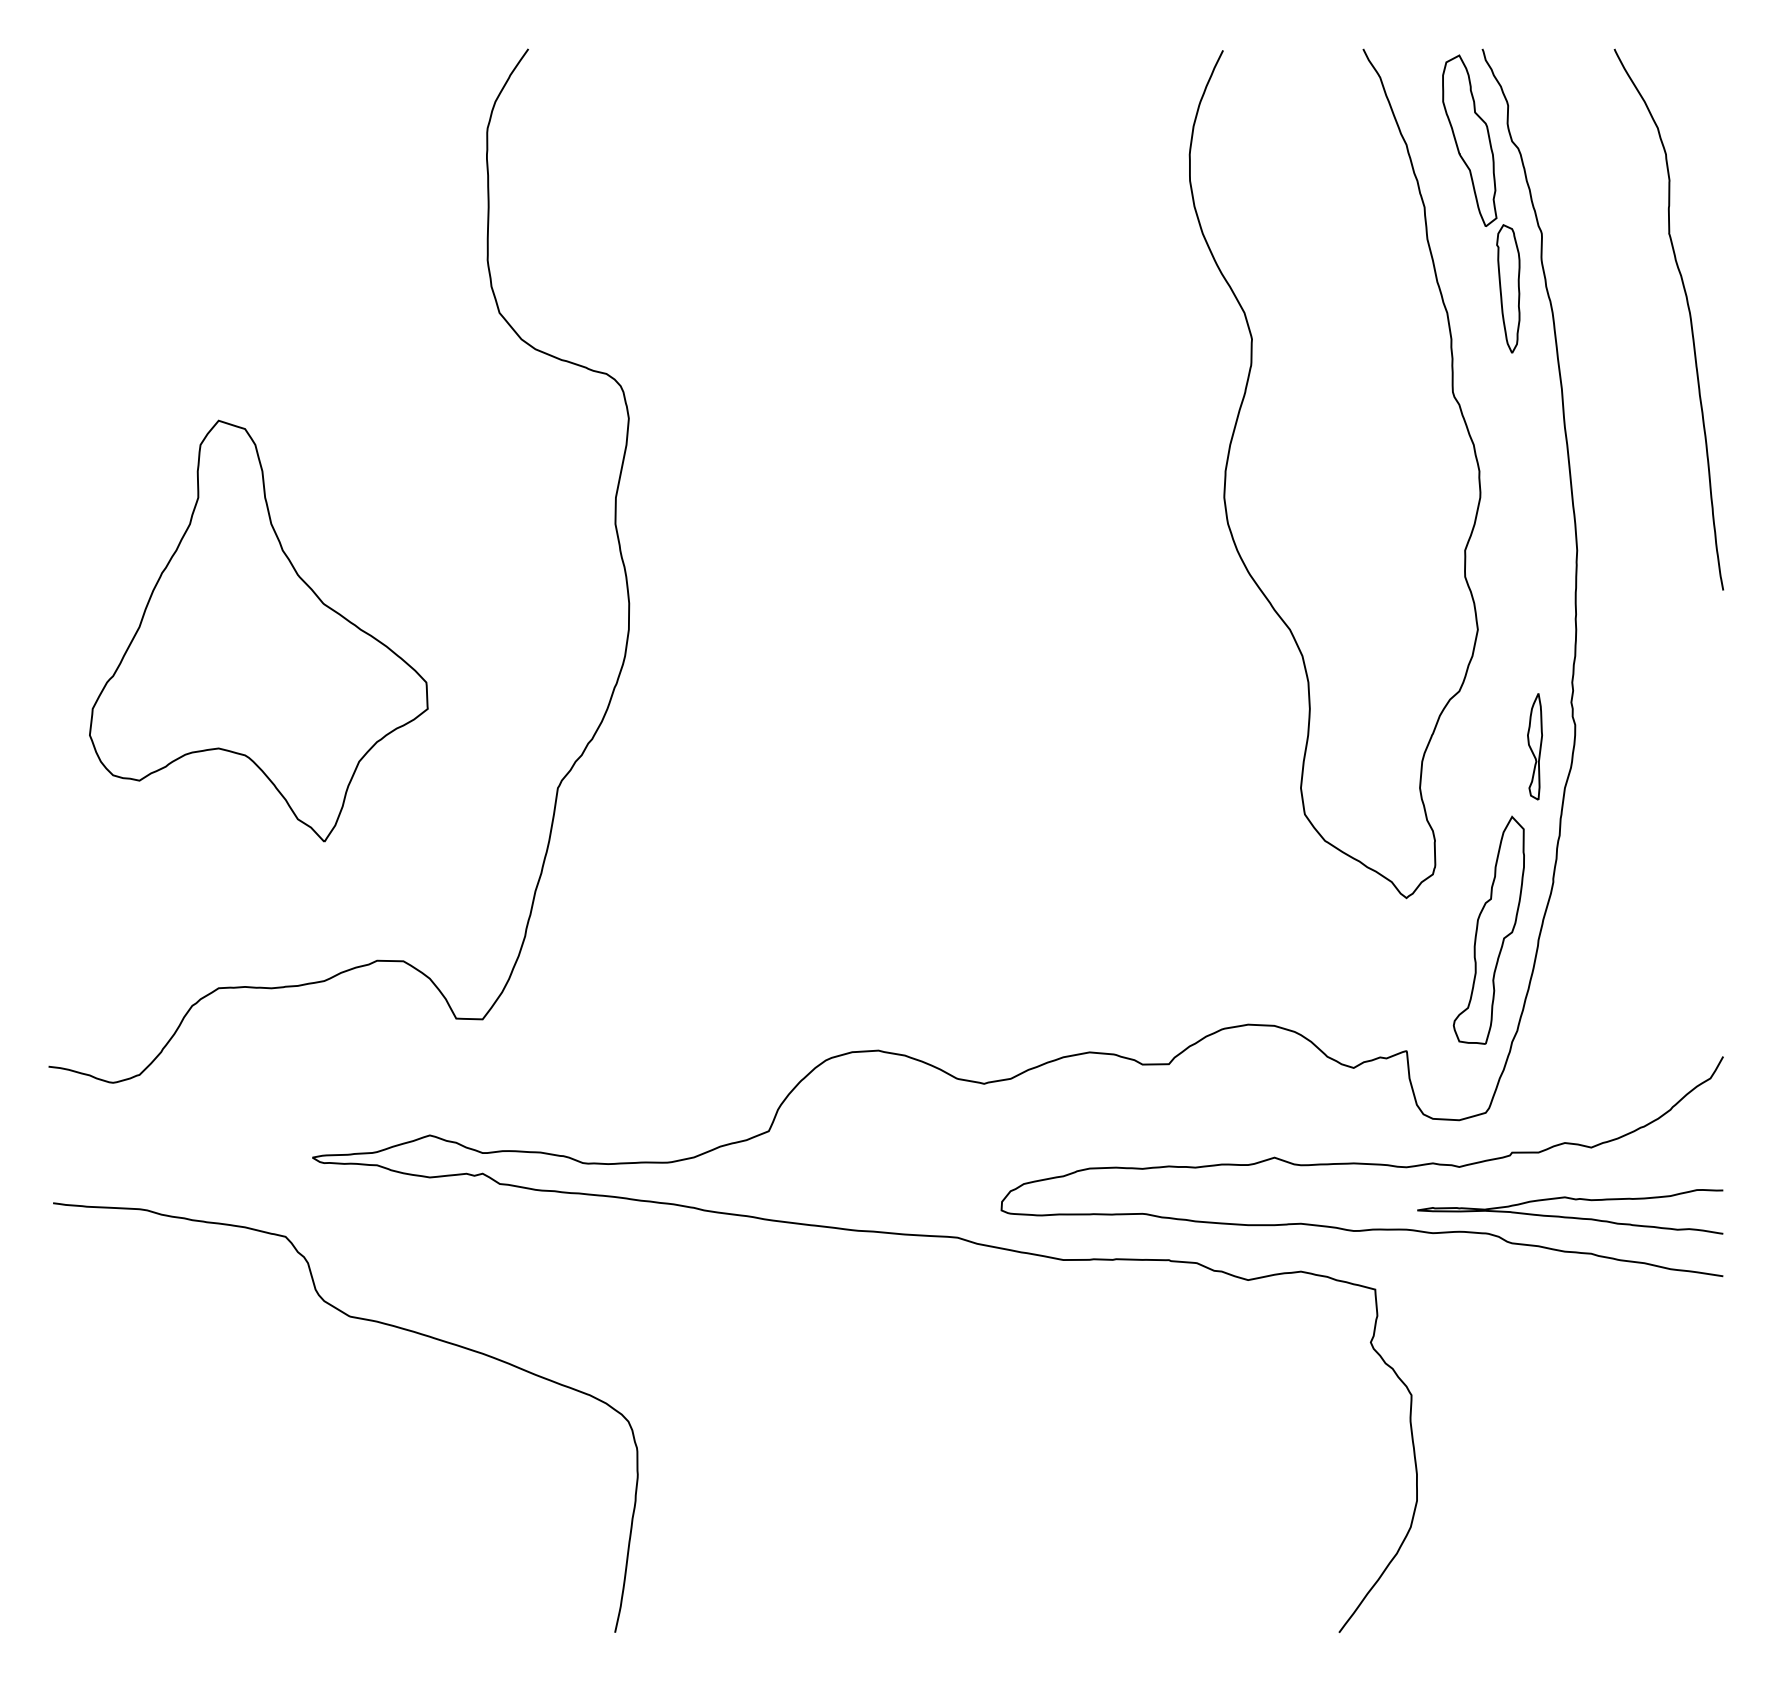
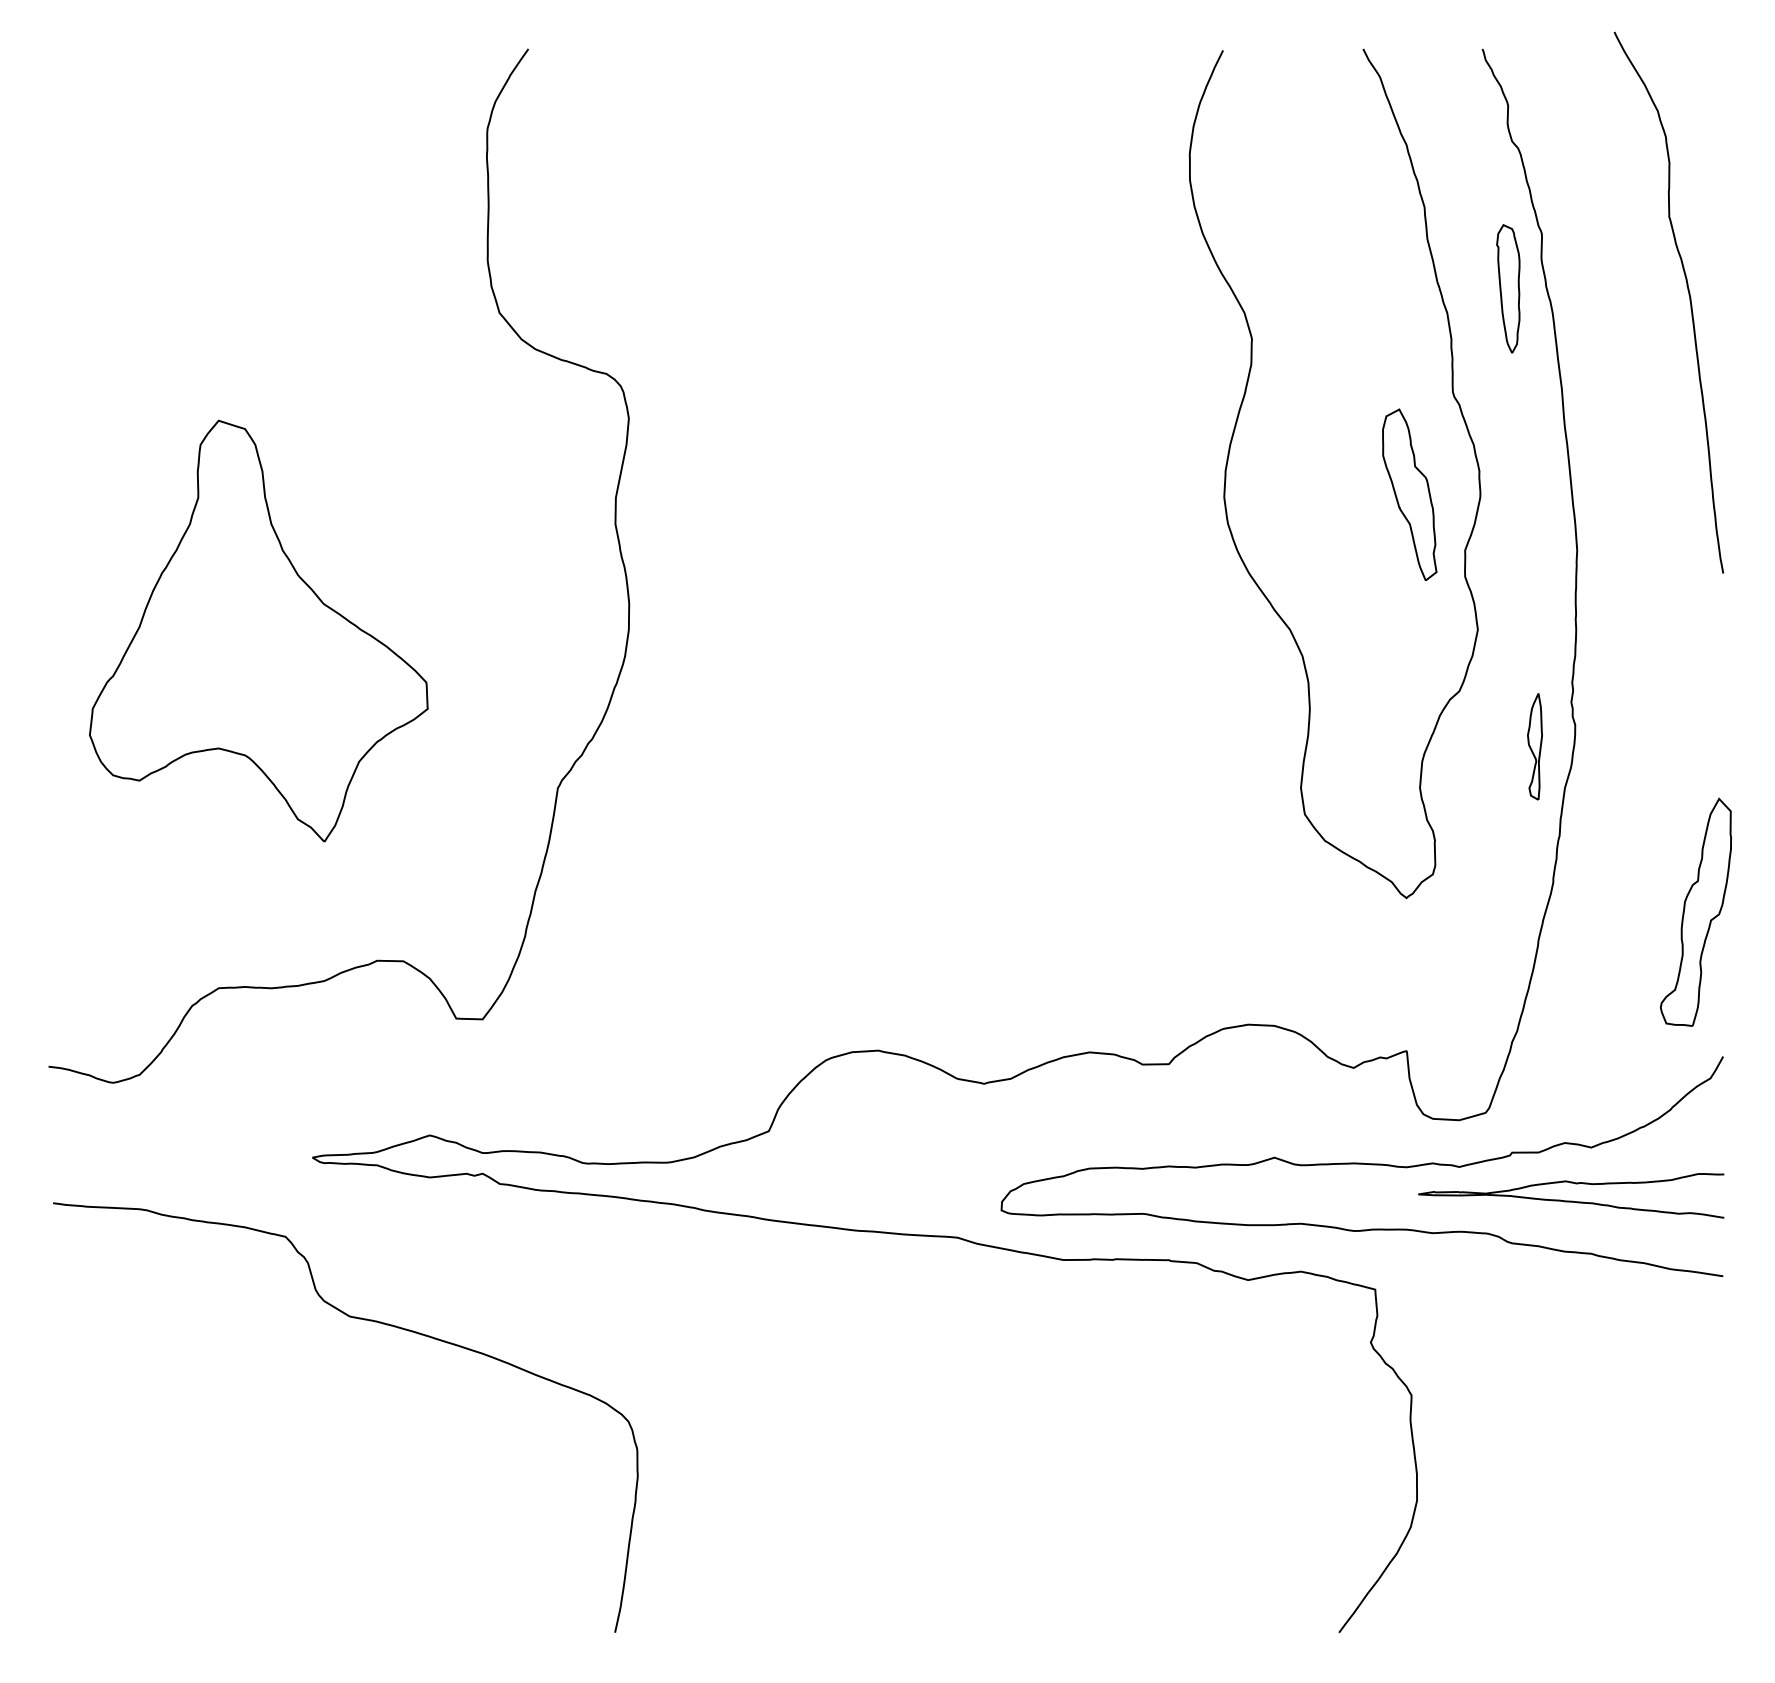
part at (1469, 140) position: (1469, 140) -> (1409, 494)
curve at (1689, 318) position: (1689, 318) -> (1689, 301)
part at (1488, 929) position: (1488, 929) -> (1695, 911)
curve at (1570, 1216) position: (1570, 1216) -> (1571, 1200)
